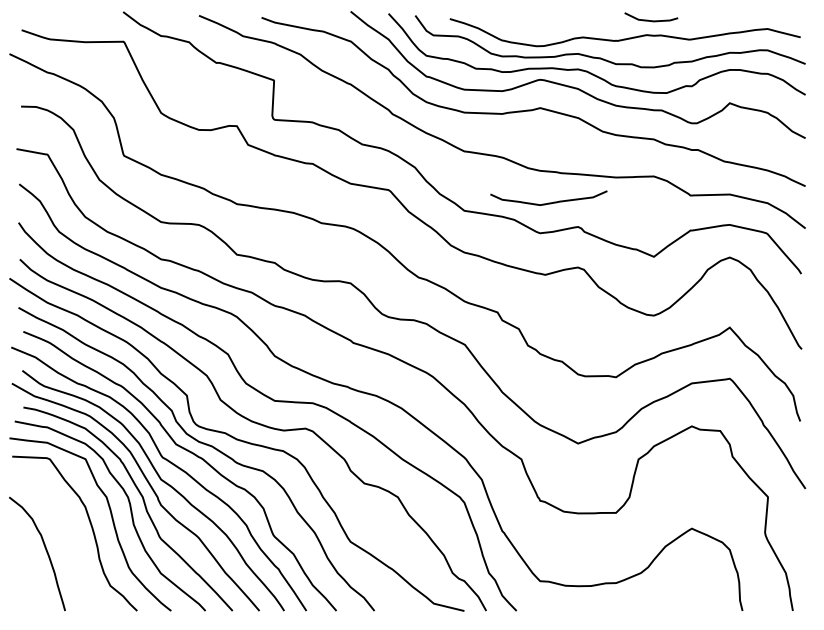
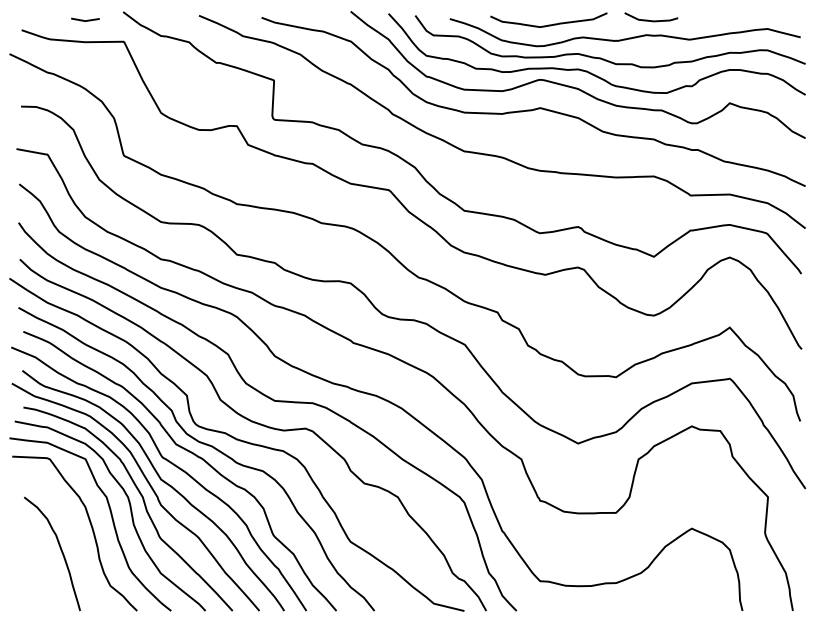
line at (85, 20): none -> present
curve at (548, 202) position: (548, 202) -> (548, 24)
curve at (45, 550) position: (45, 550) -> (60, 550)
